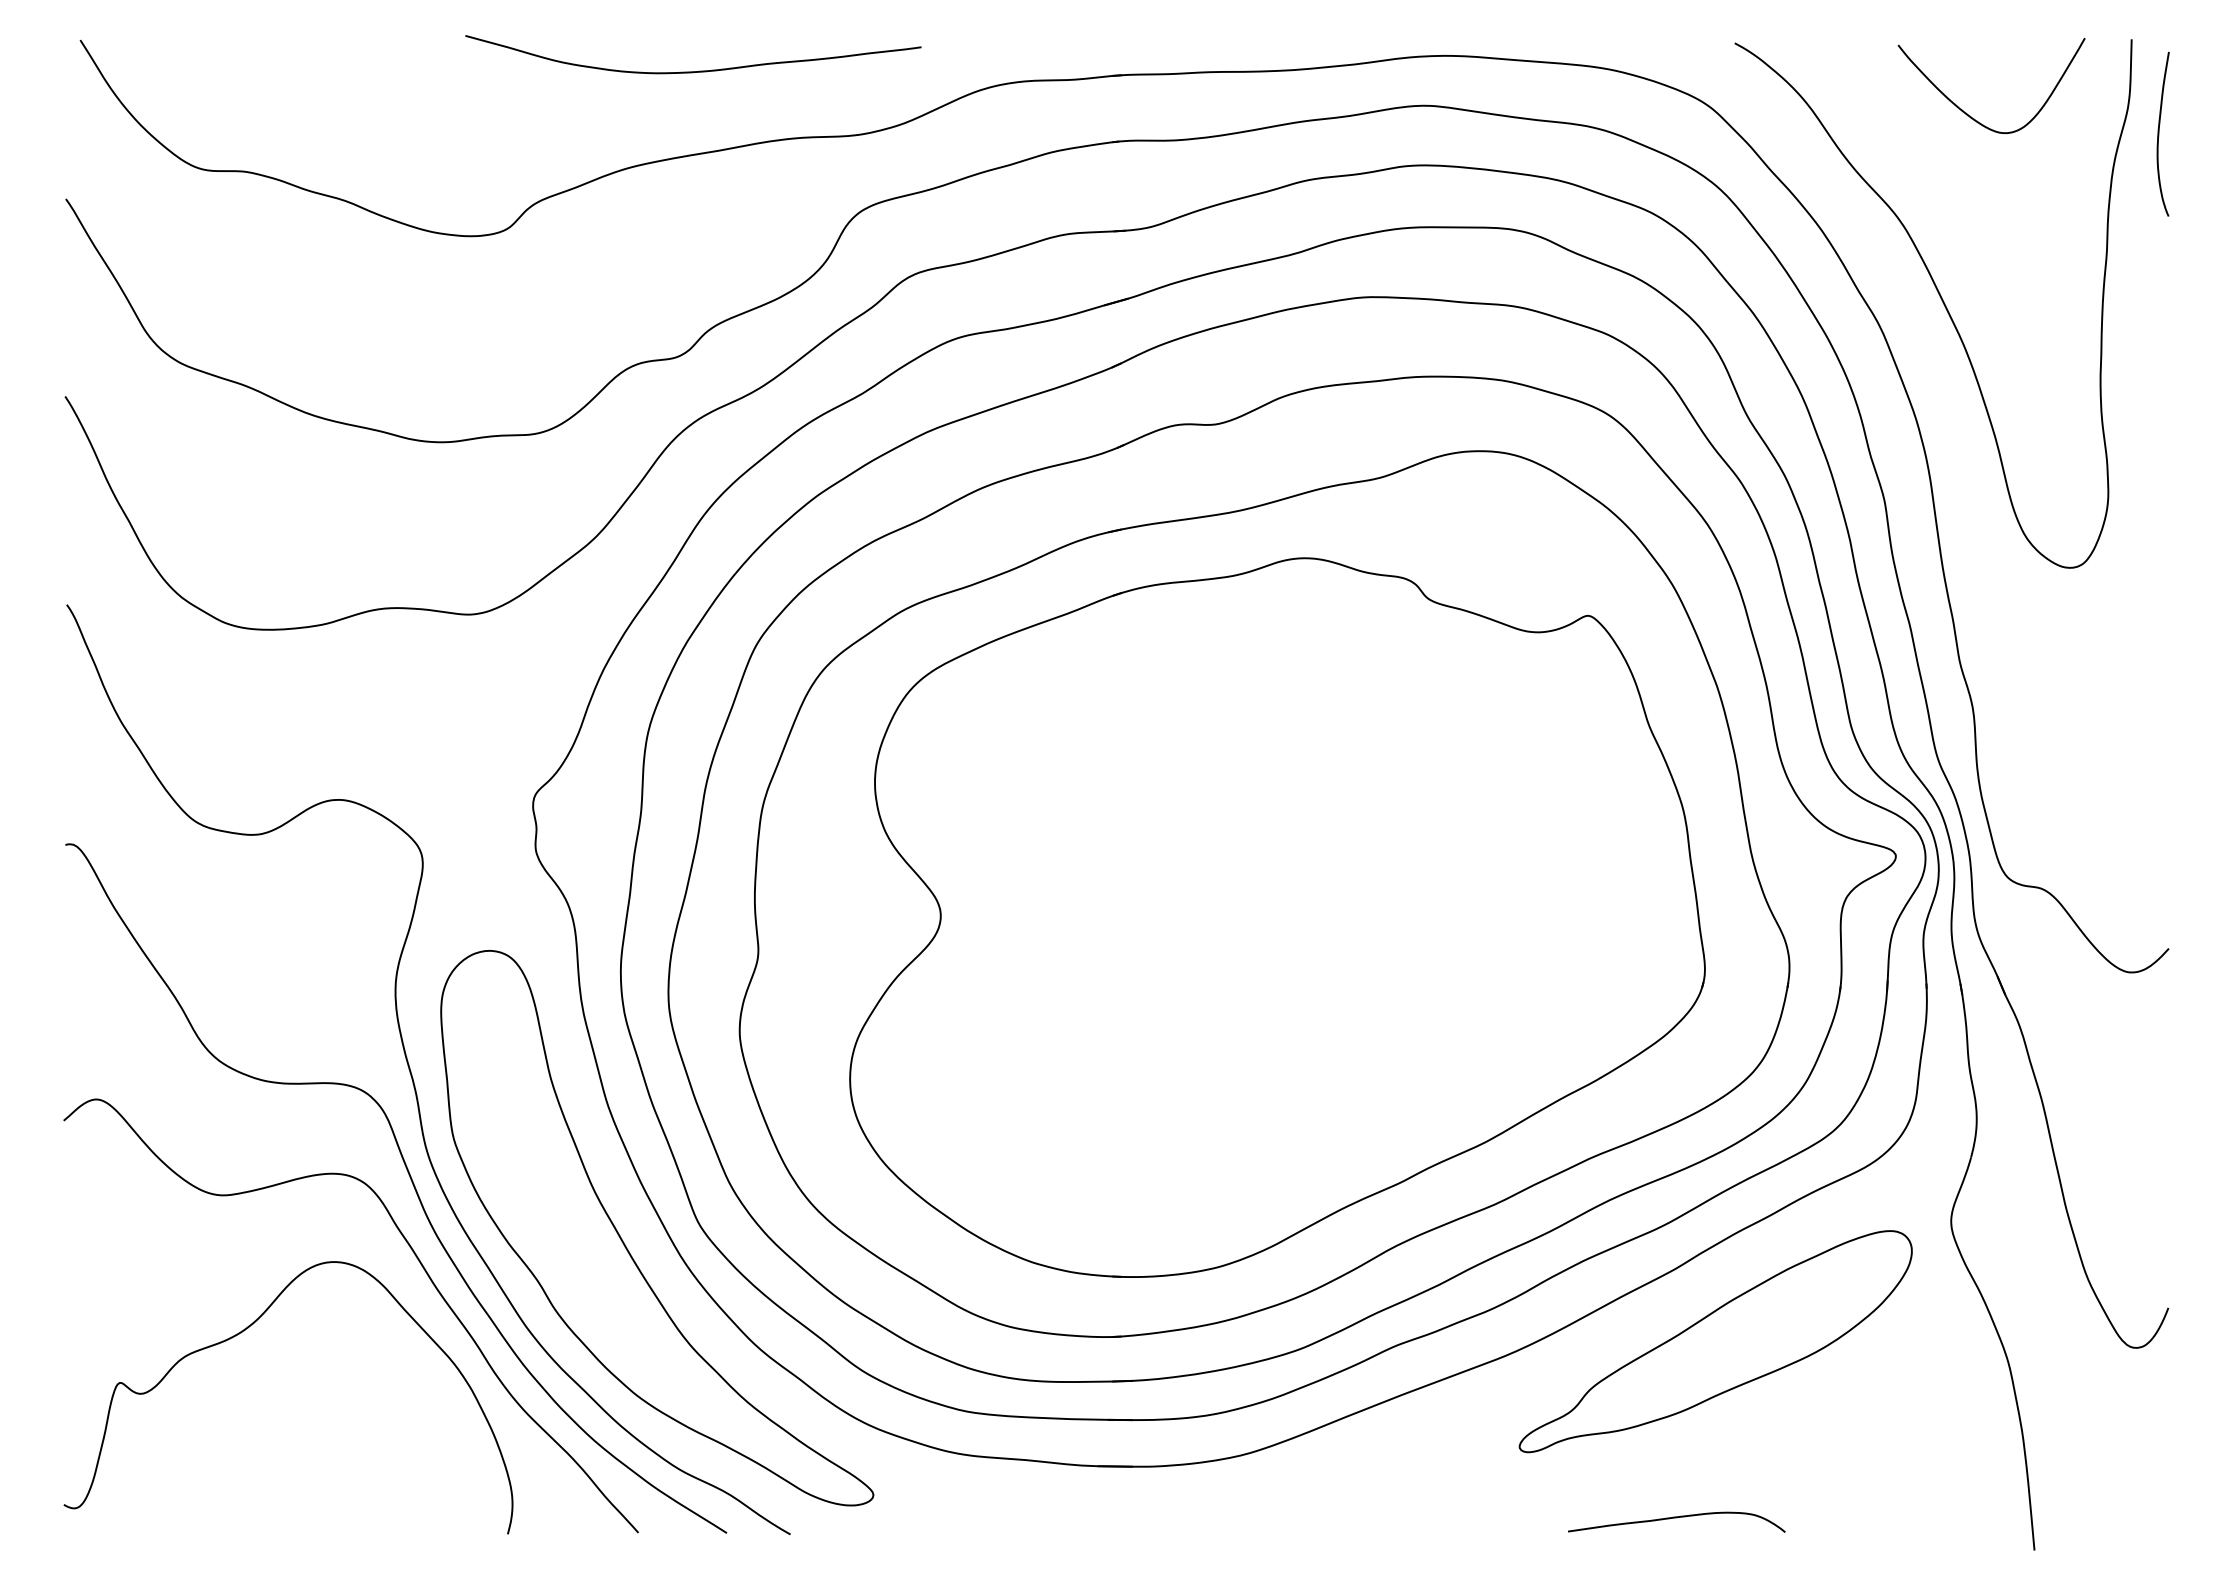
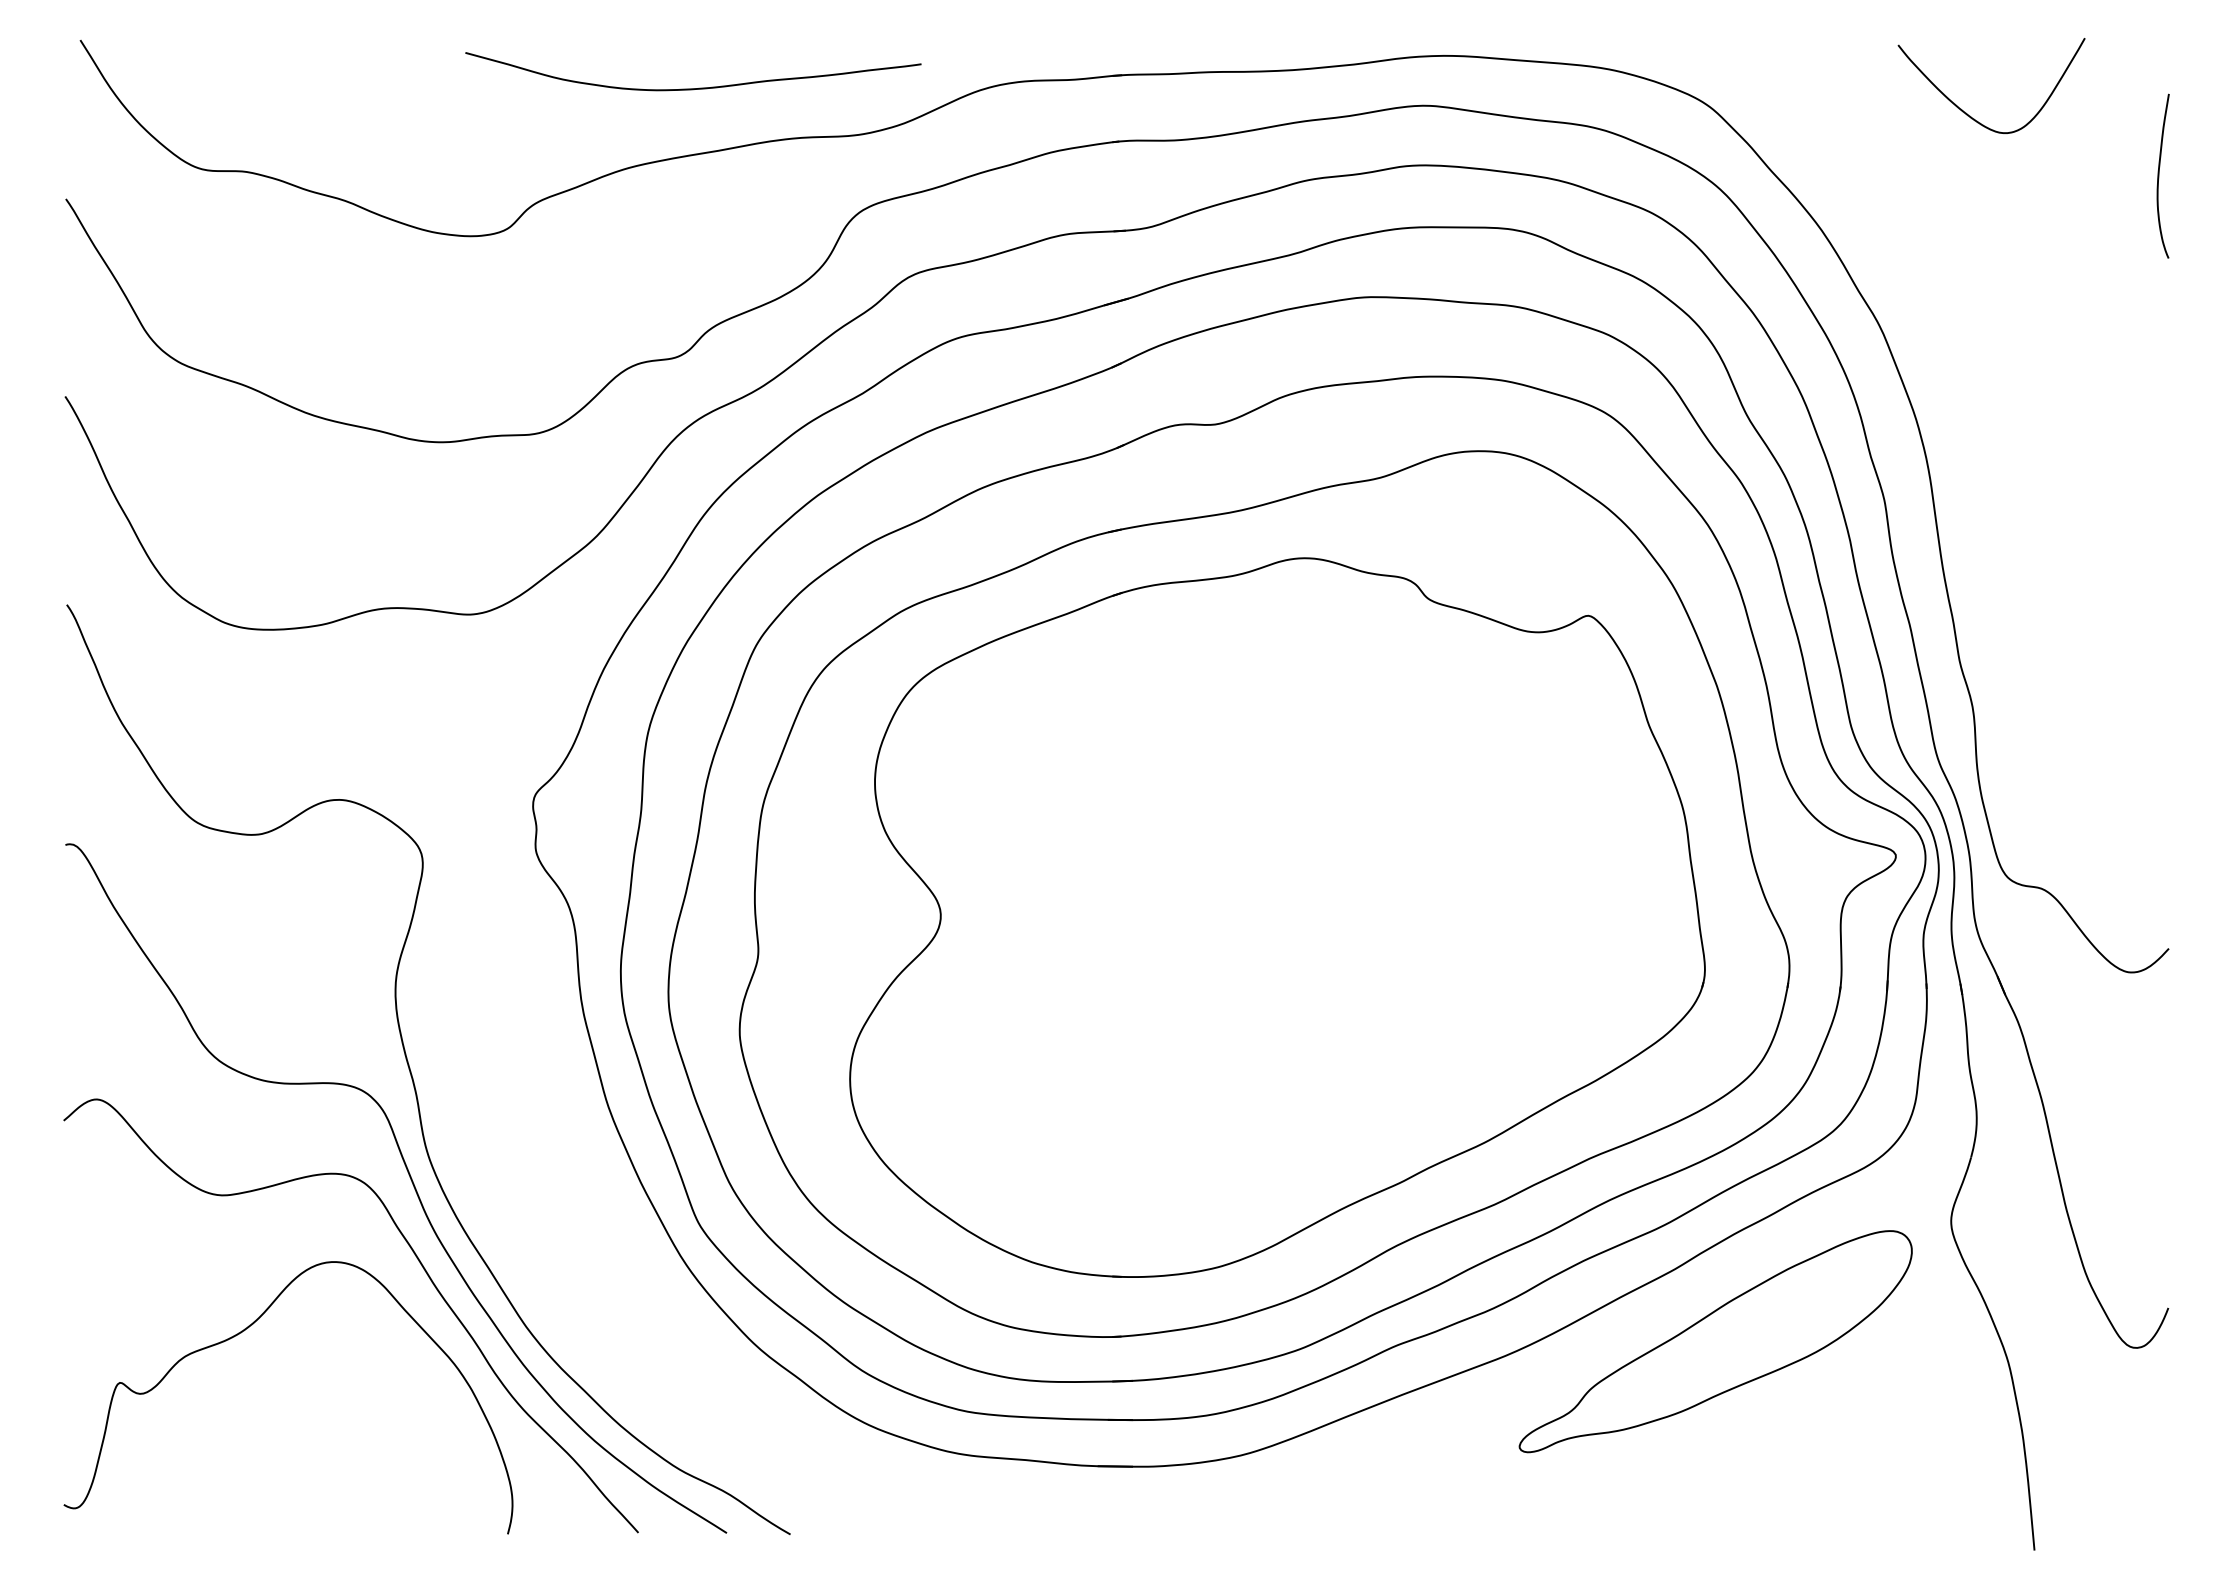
curve at (693, 71) position: (693, 71) -> (693, 88)
curve at (2159, 133) position: (2159, 133) -> (2159, 175)
curve at (1941, 300): present -> none
part at (625, 1244): present -> none
curve at (1676, 1518): present -> none
